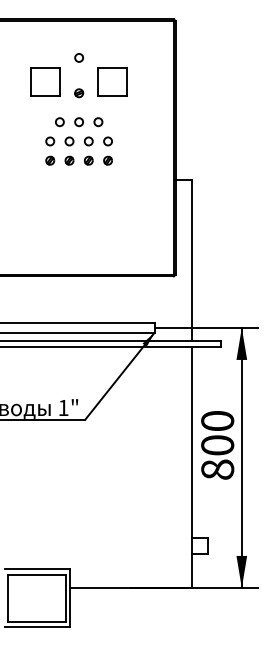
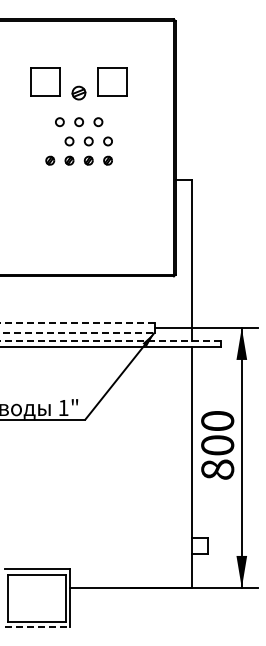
circle at (78, 57): present -> none
part at (79, 93) size: 11x11 px -> 16x16 px
circle at (50, 141): present -> none
line at (77, 323): solid -> dashed
line at (77, 332): solid -> dashed
line at (110, 340): solid -> dashed
line at (37, 626): solid -> dashed
